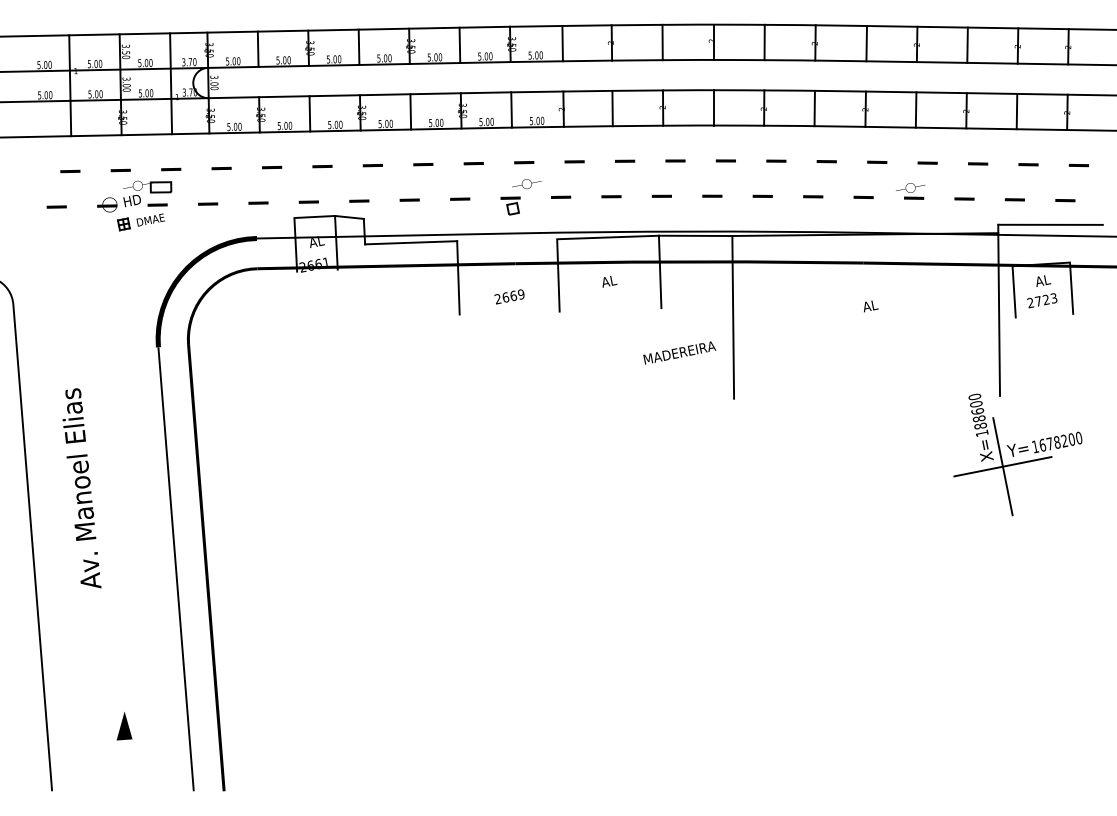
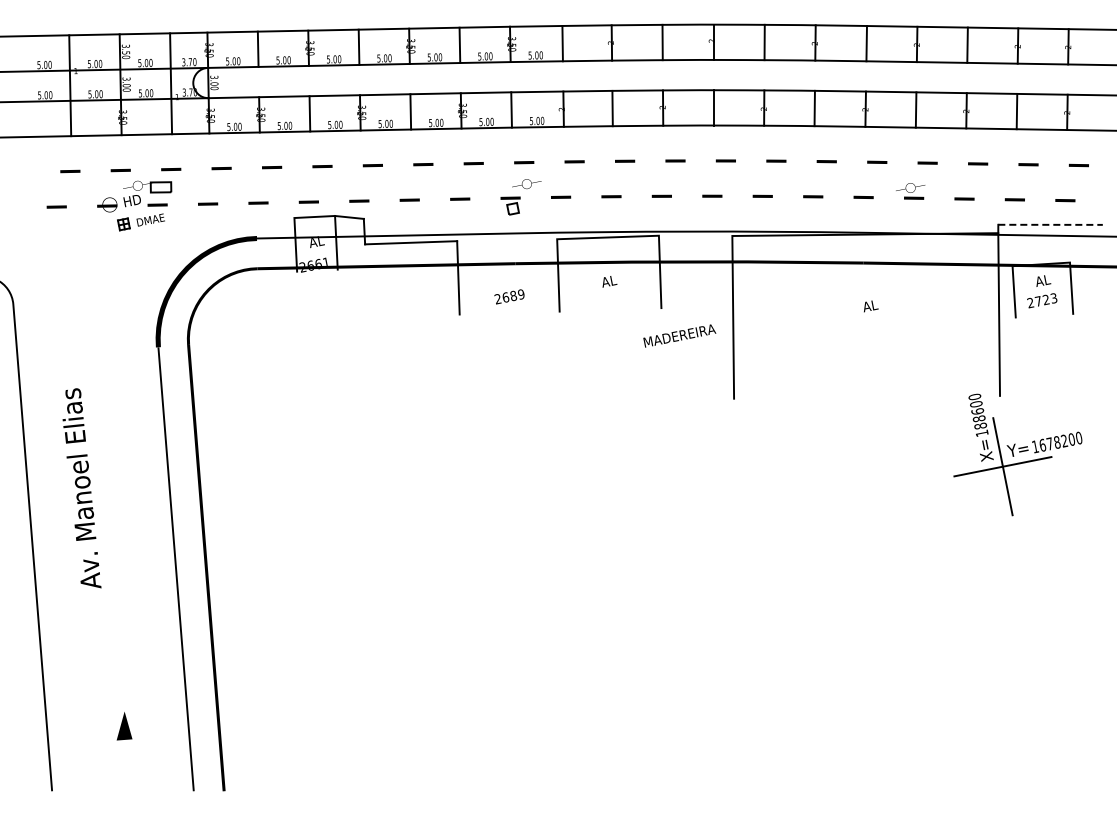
line at (1051, 224): solid -> dashed
line at (695, 235): present -> none
text at (513, 295): 2669 -> 2689
text at (679, 352) position: (679, 352) -> (679, 335)
